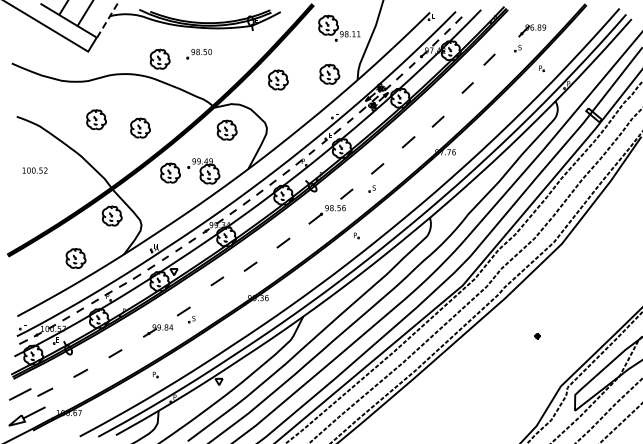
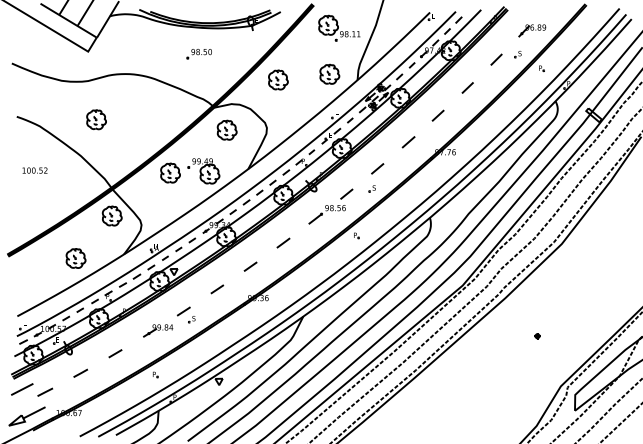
line at (108, 19): dashed -> solid
part at (517, 48) position: (517, 48) -> (517, 54)
part at (159, 58): present -> none
line at (489, 59) position: (489, 59) -> (496, 59)
line at (437, 121) position: (437, 121) -> (437, 115)
part at (140, 127): present -> none
line at (217, 281) position: (217, 281) -> (217, 289)
line at (20, 394) position: (20, 394) -> (22, 389)
